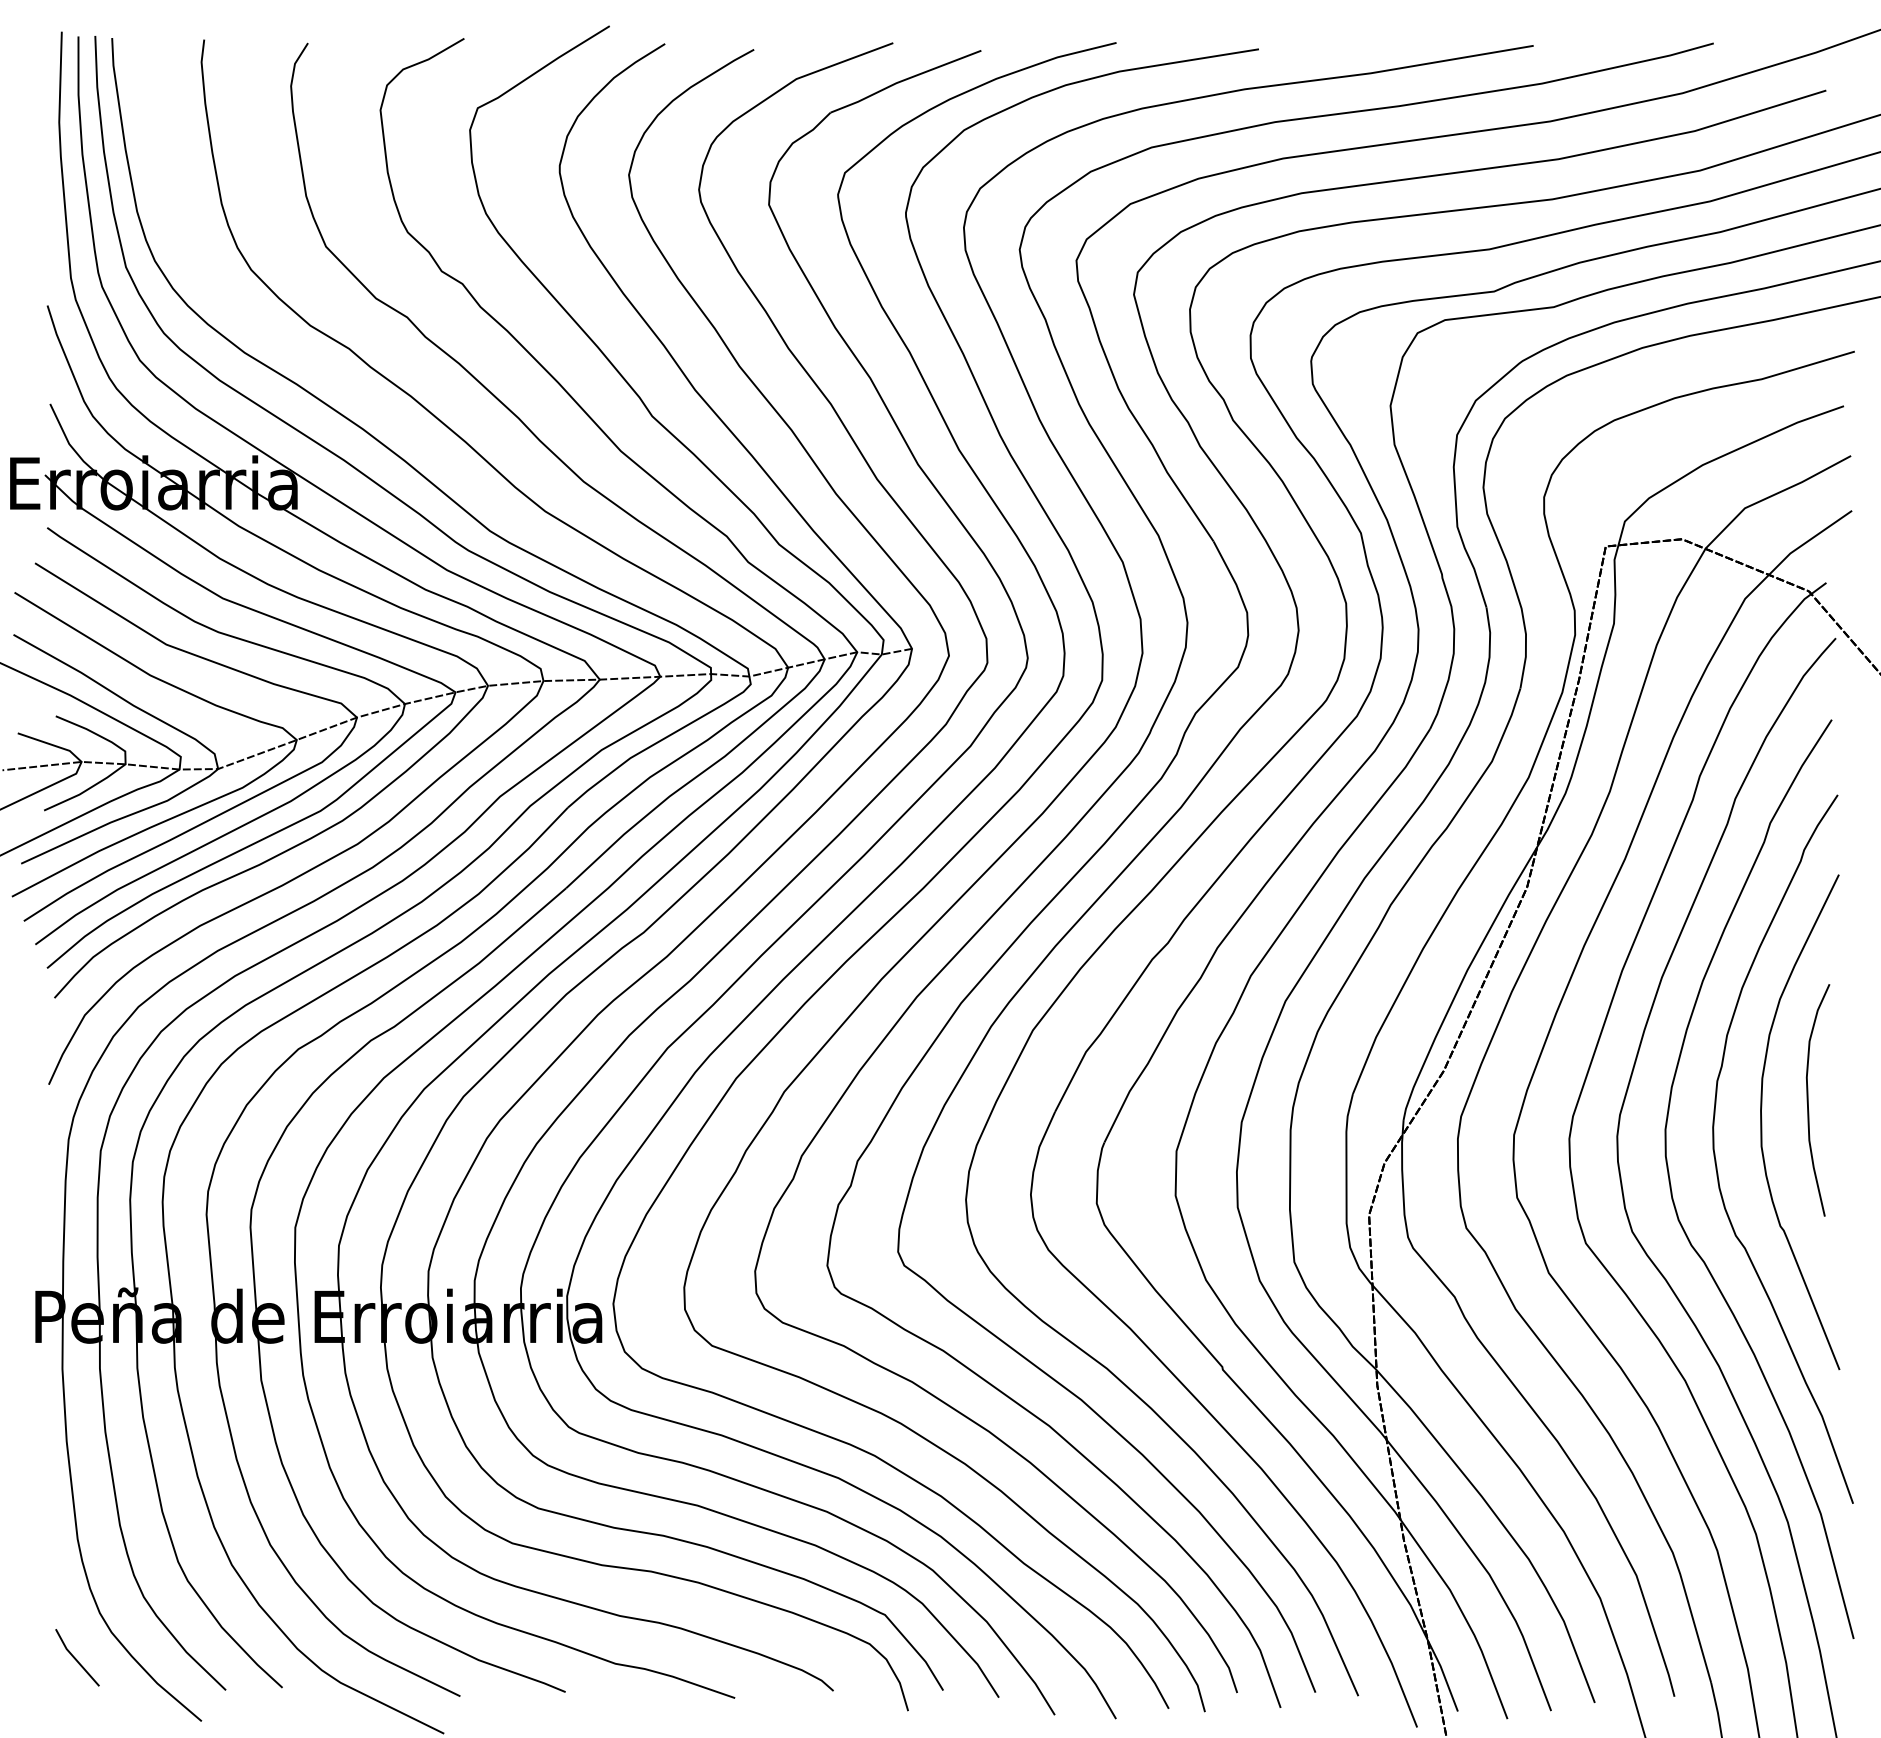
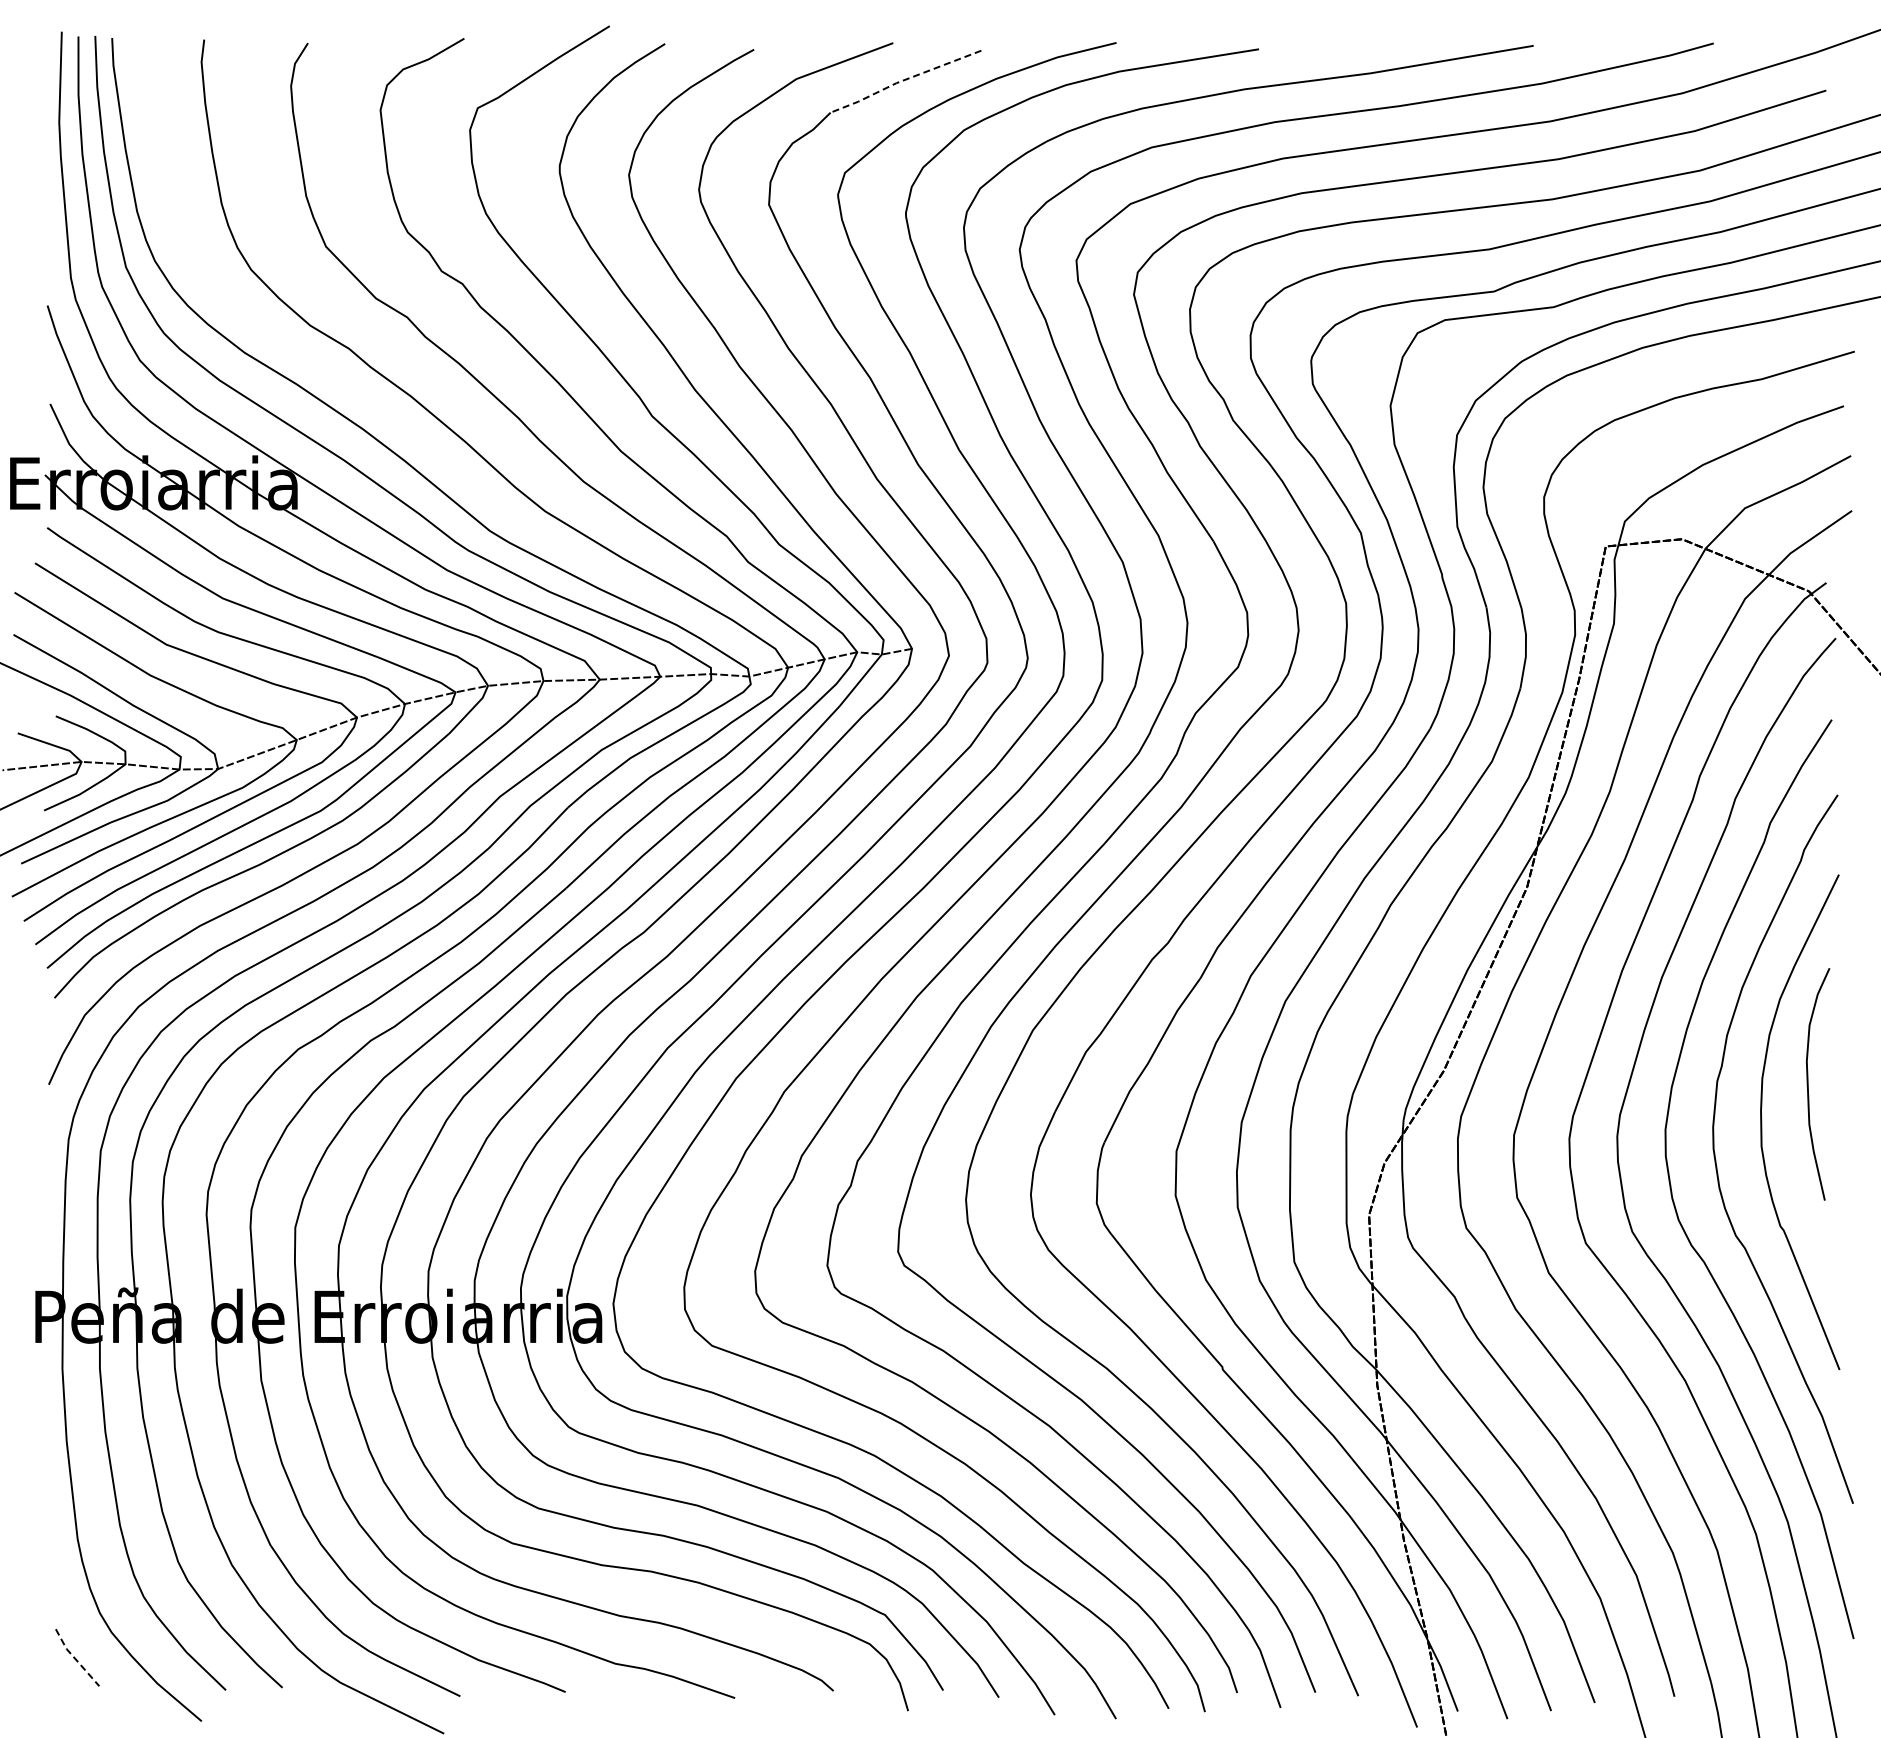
line at (903, 80): solid -> dashed
curve at (1808, 1100) position: (1808, 1100) -> (1808, 1084)
line at (75, 1658): solid -> dashed
